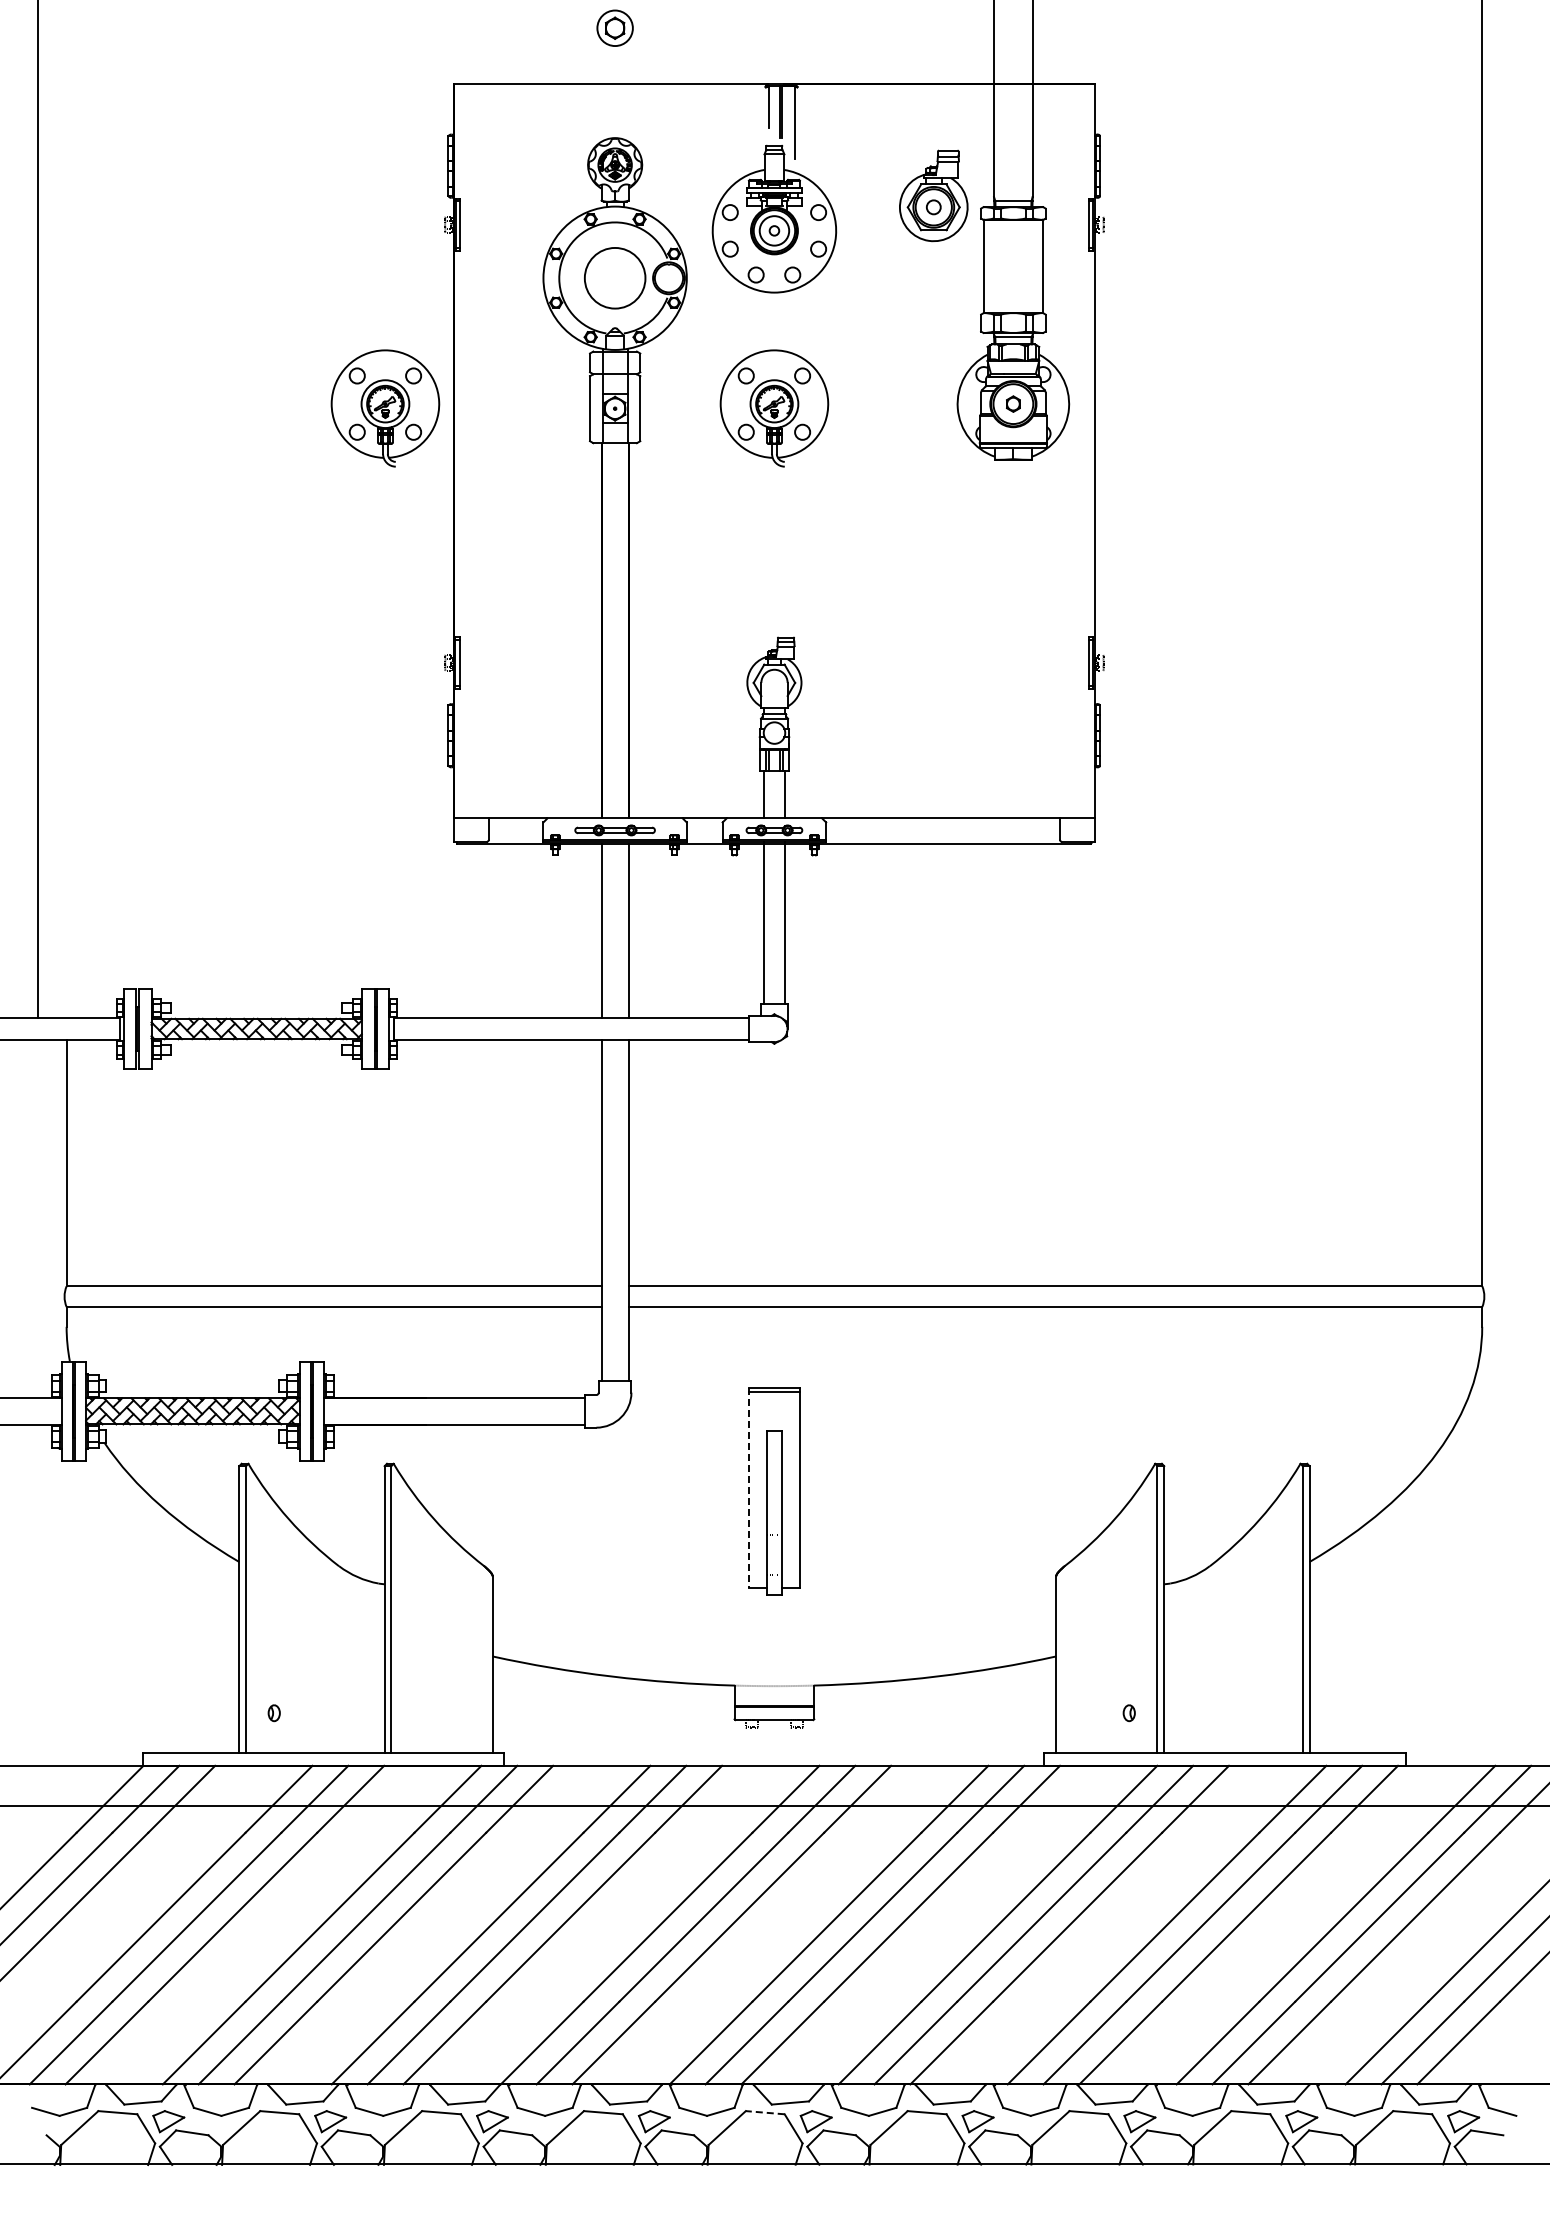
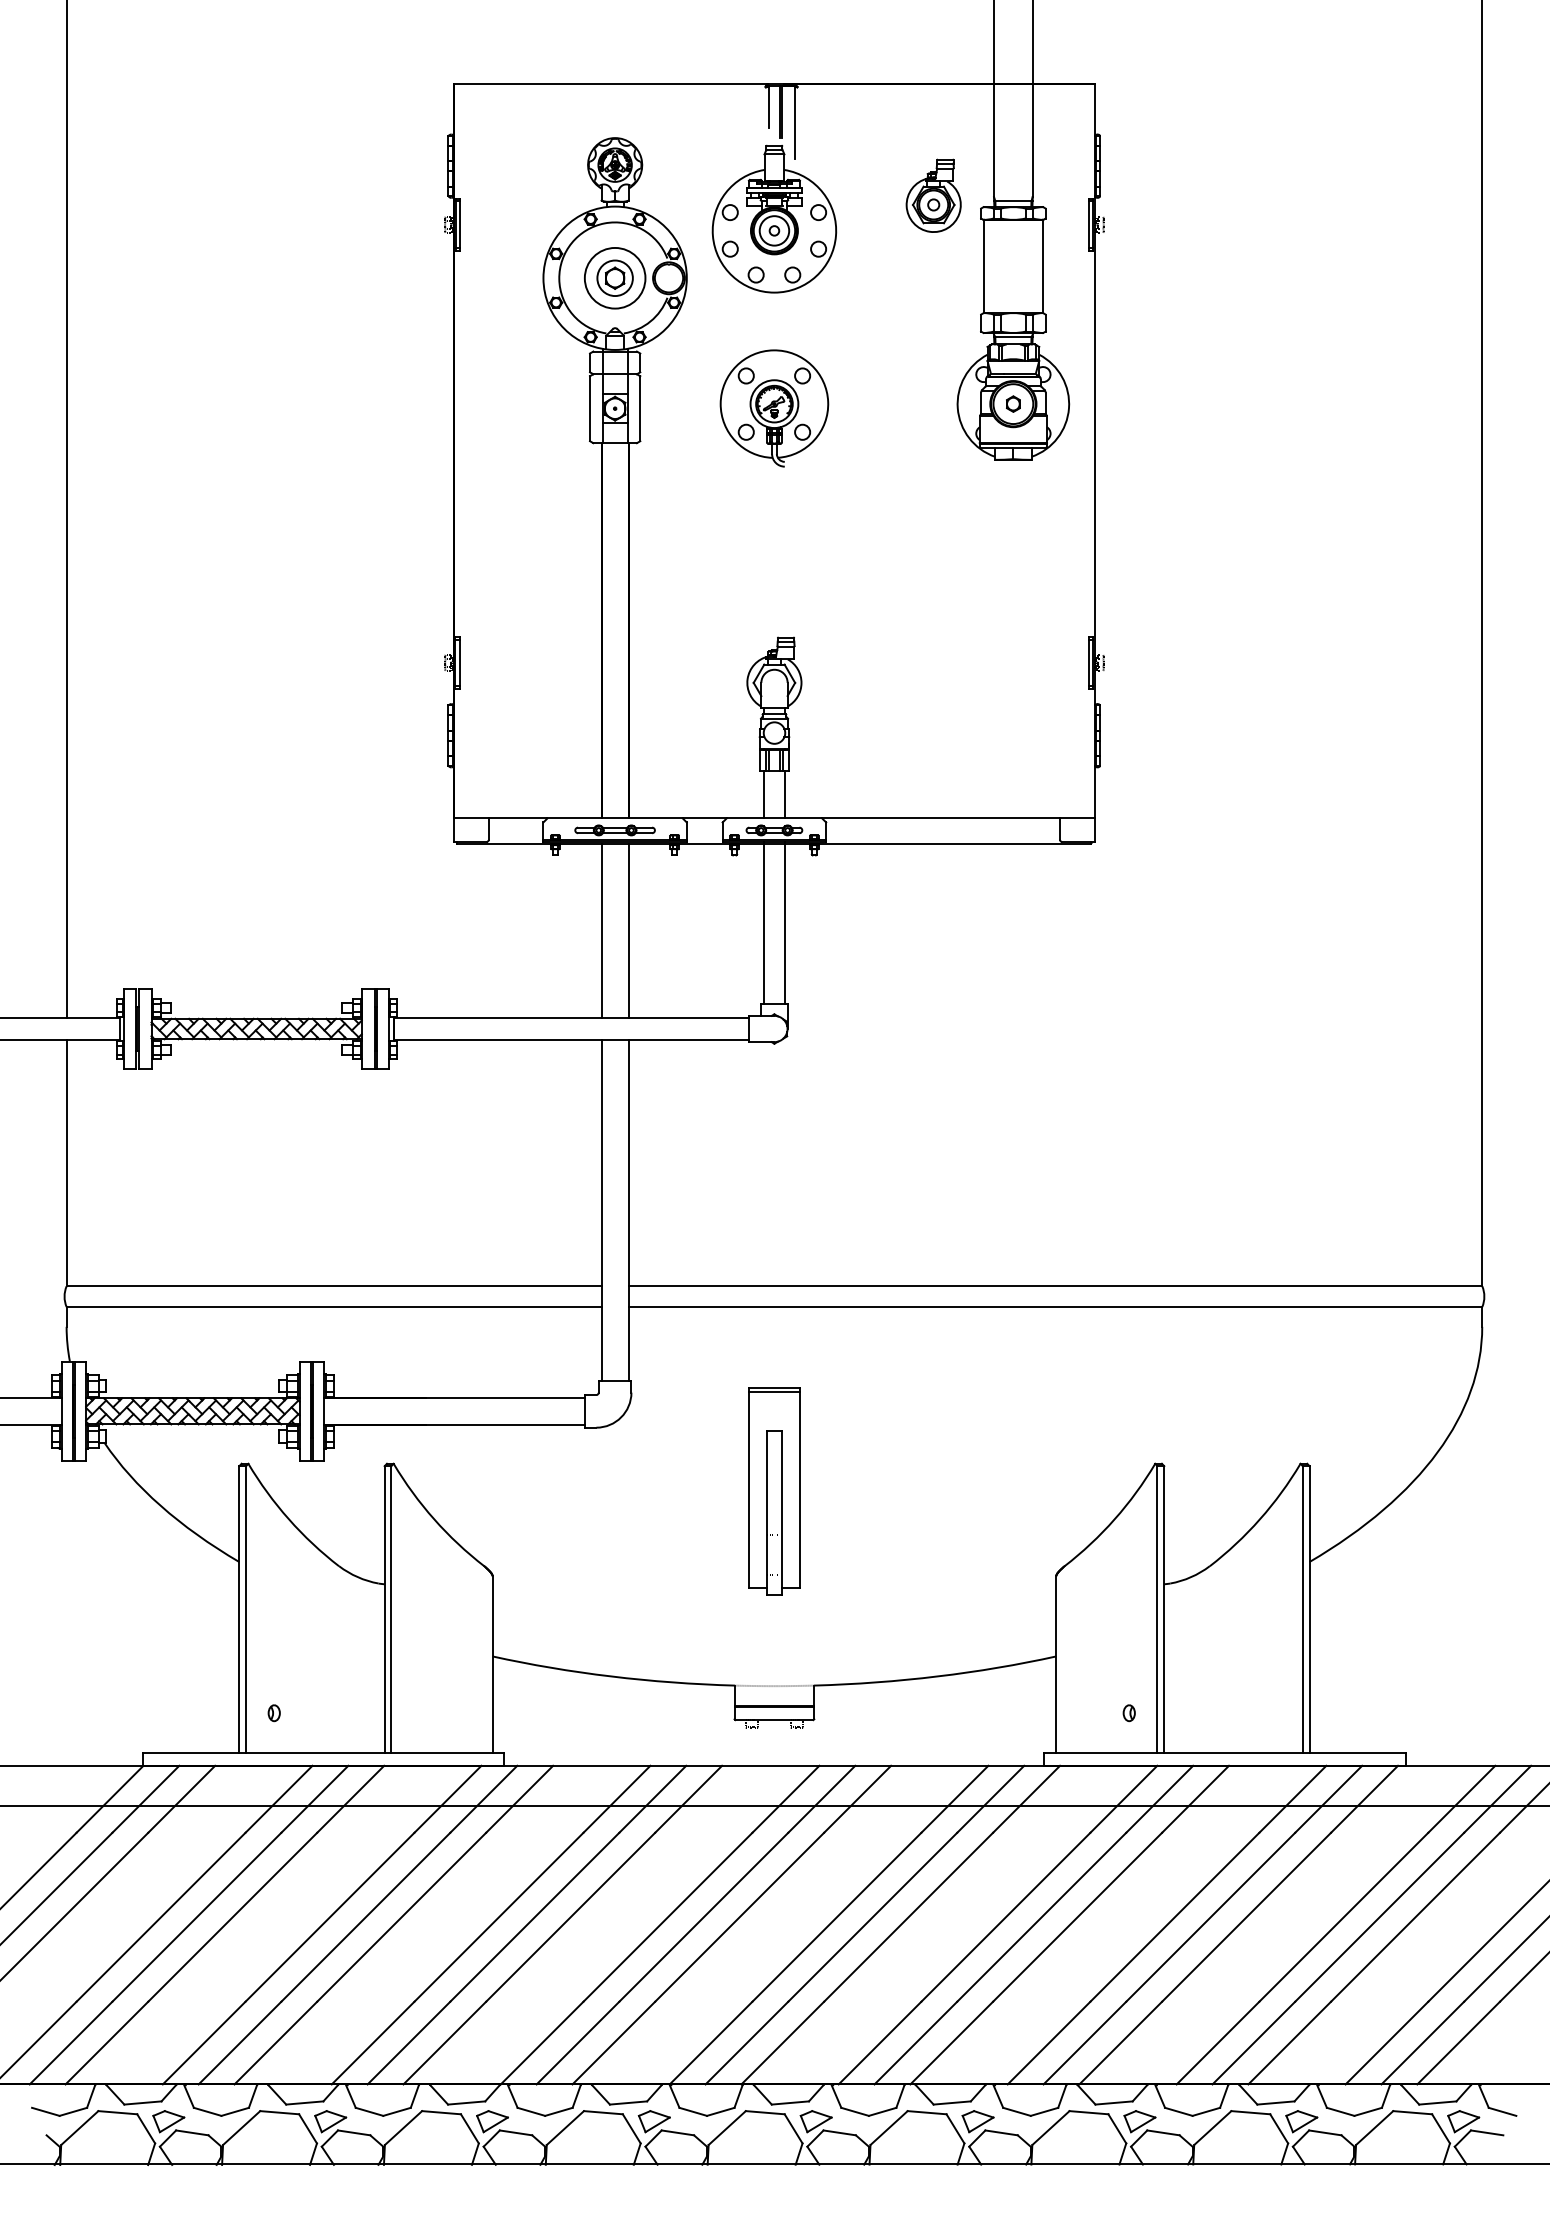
part at (614, 27) position: (614, 27) -> (614, 277)
part at (933, 195) size: 70x94 px -> 57x75 px
part at (385, 408): present -> none
line at (37, 510) position: (37, 510) -> (66, 510)
line at (748, 1488): dashed -> solid
line at (765, 2112): dashed -> solid
